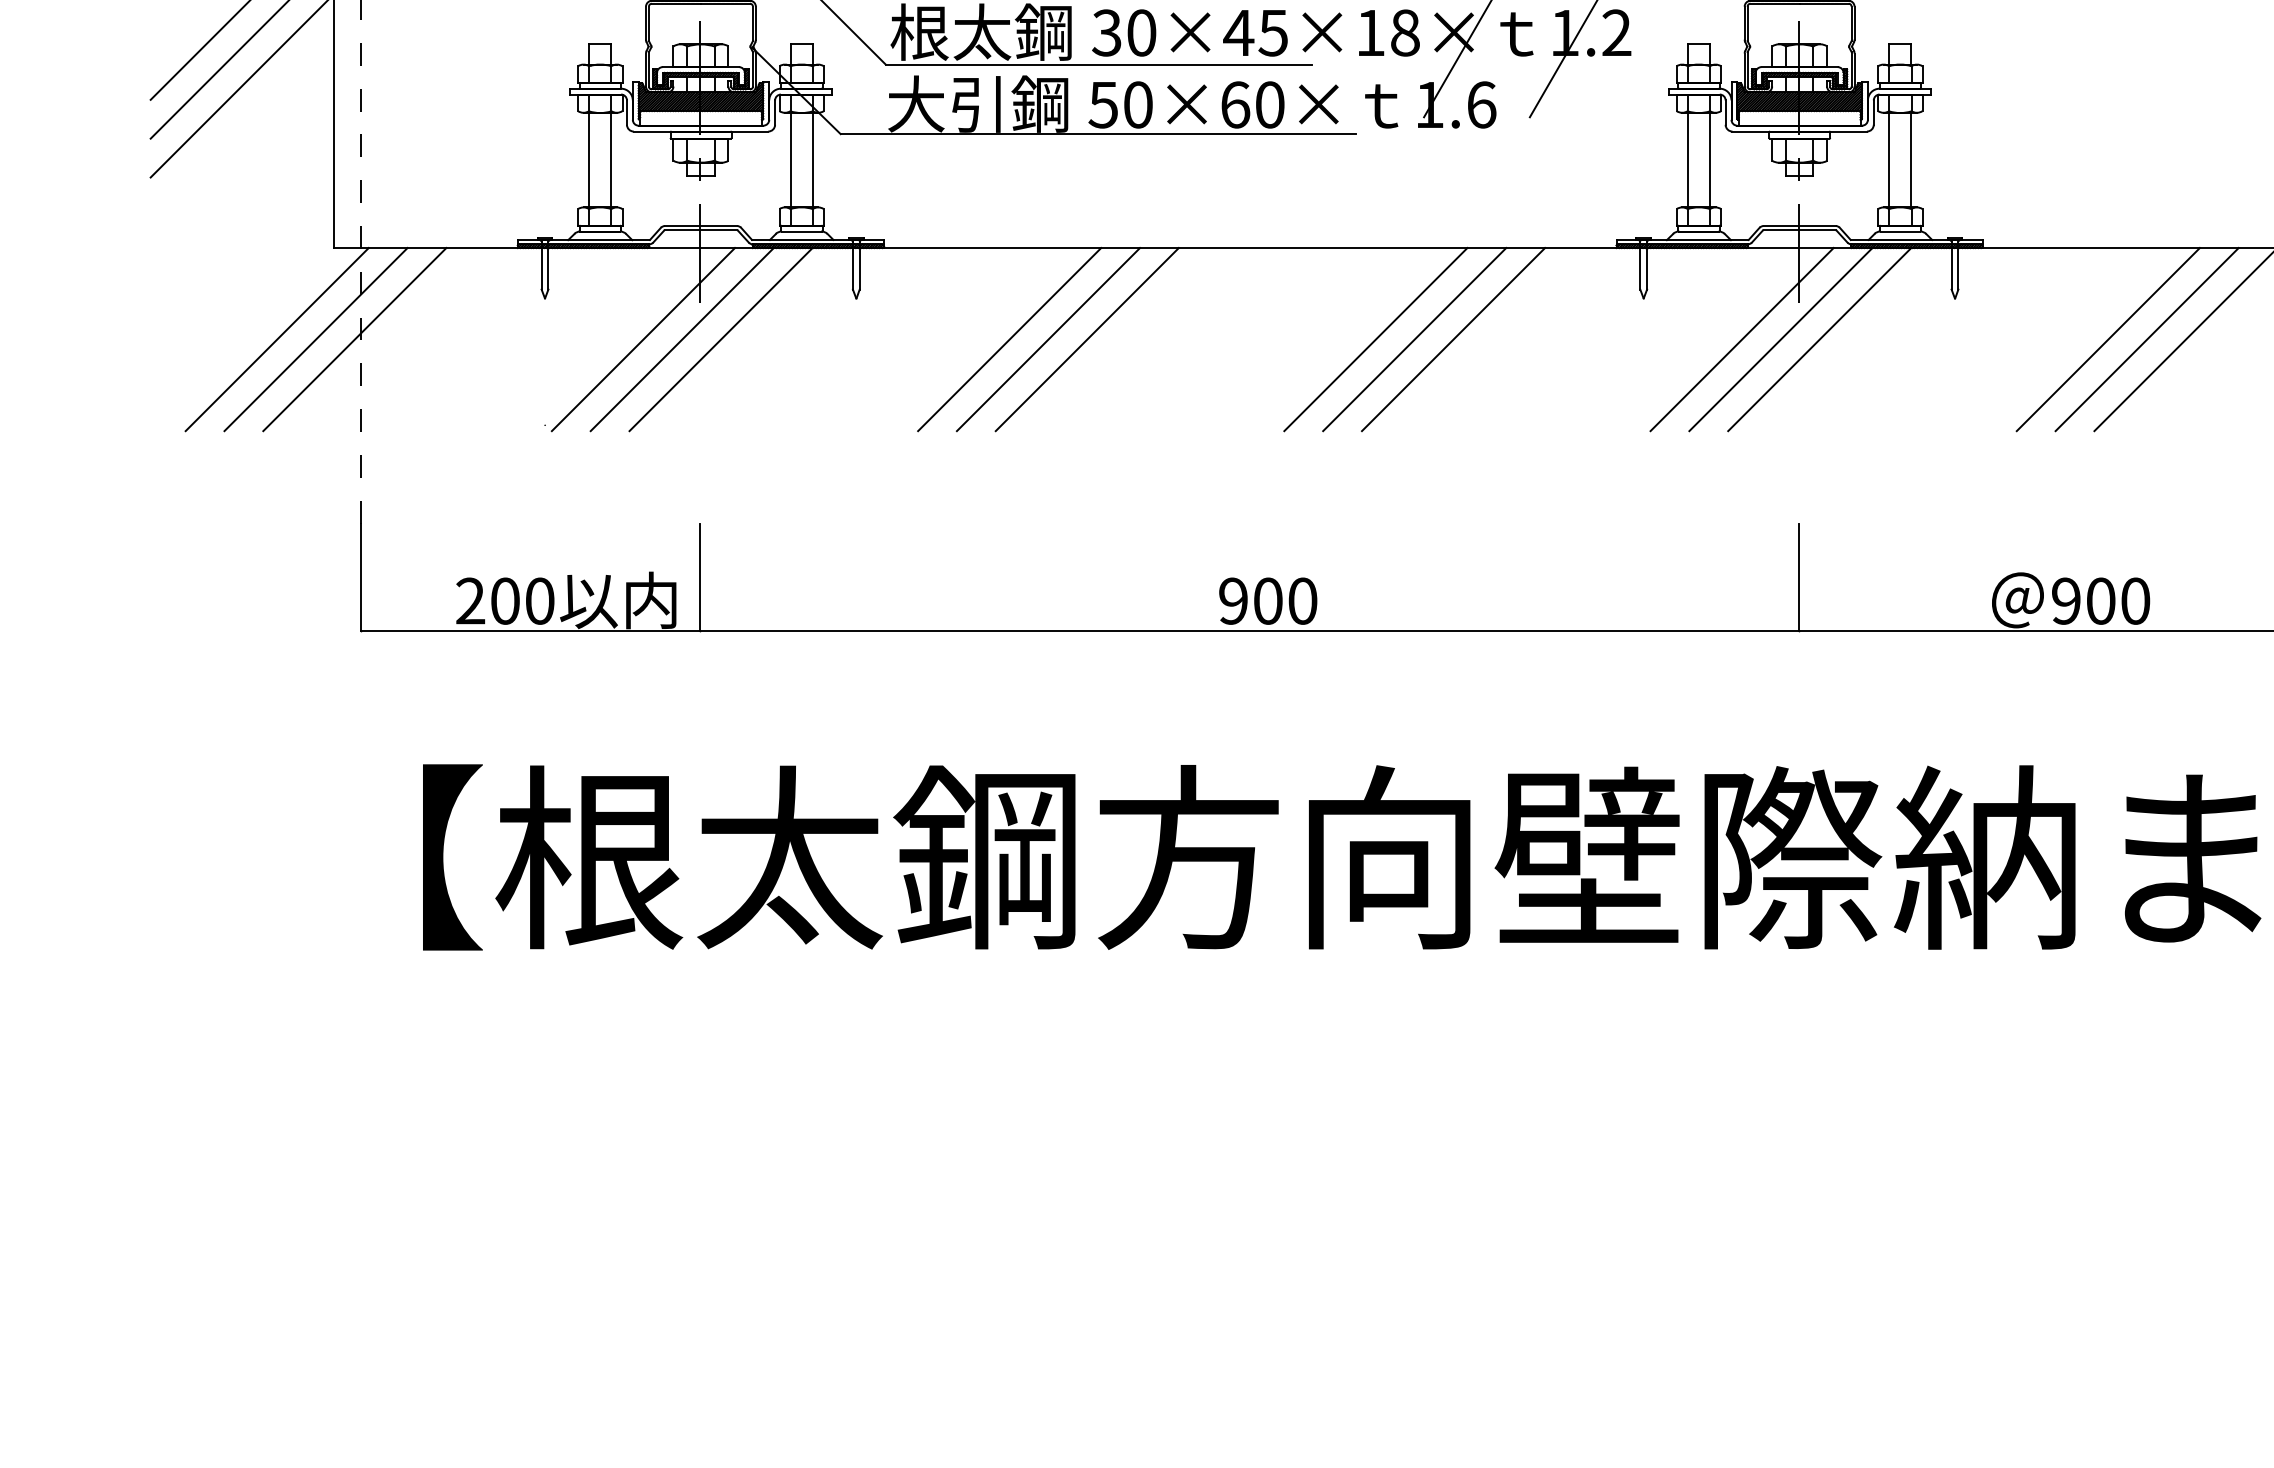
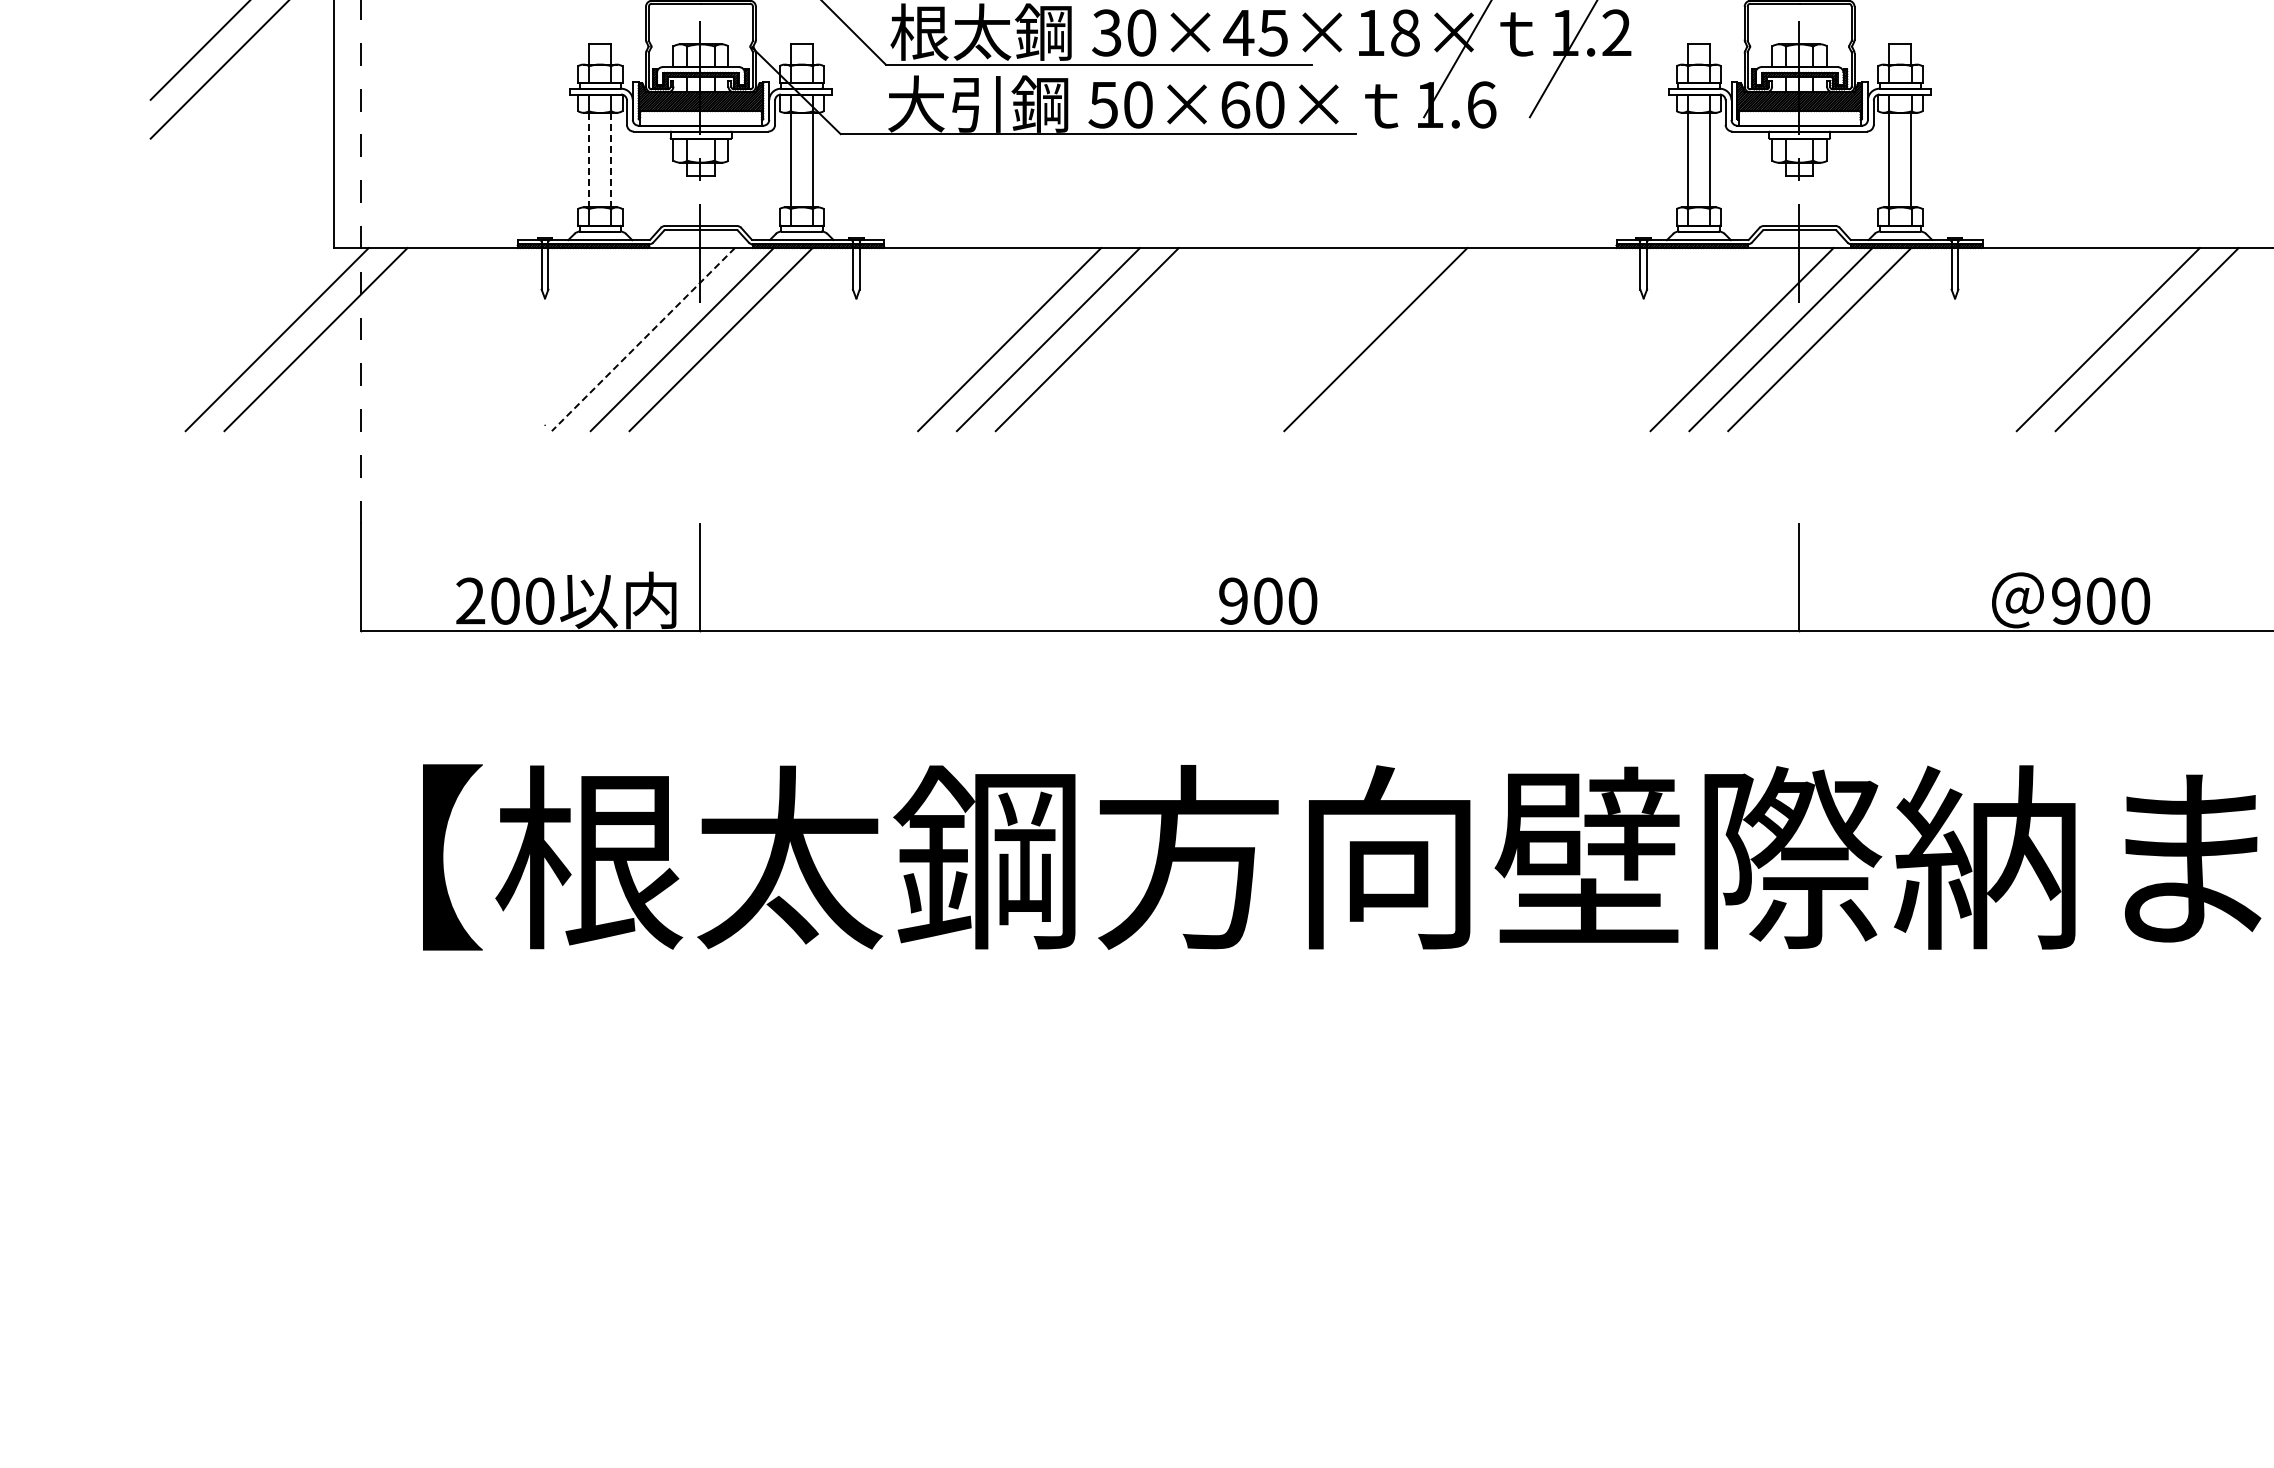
line at (238, 89): present -> none
line at (589, 160): solid -> dashed
line at (611, 160): solid -> dashed
line at (354, 339): present -> none
line at (643, 339): solid -> dashed
line at (1414, 339): present -> none
line at (1453, 339): present -> none
line at (2182, 343): present -> none
